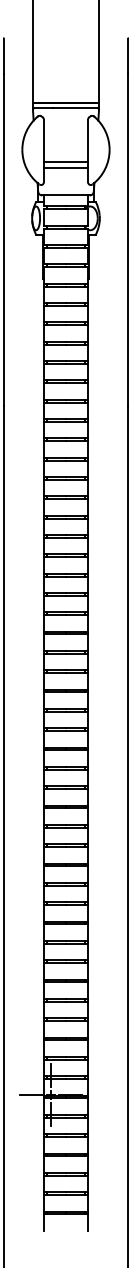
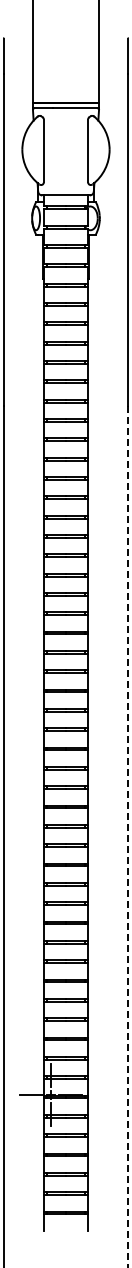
line at (65, 162): present -> none
line at (65, 167): present -> none
line at (128, 836): solid -> dashed
